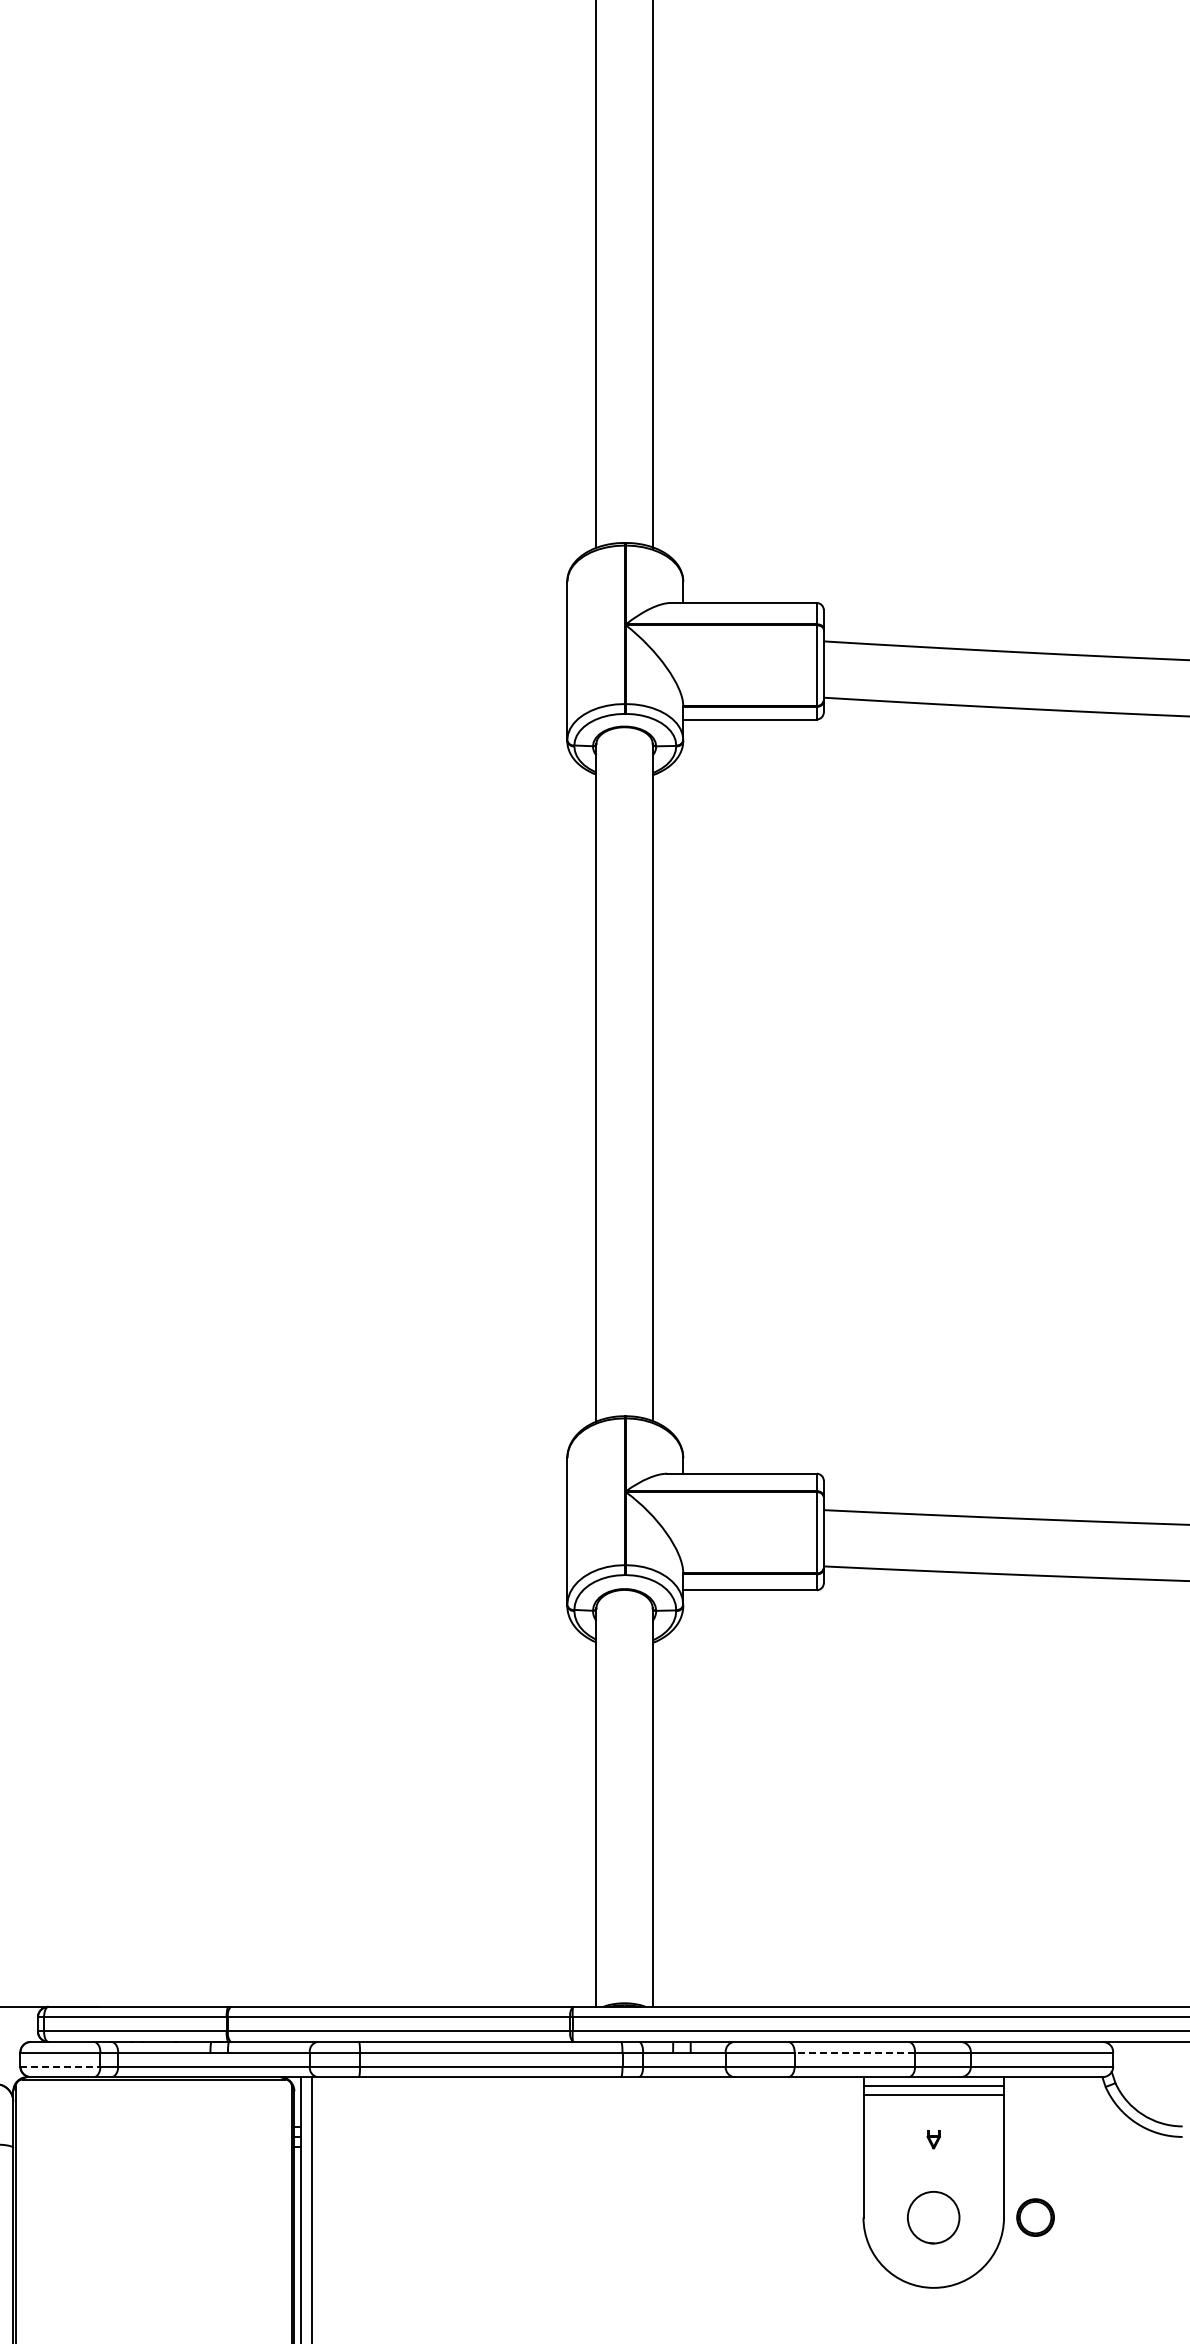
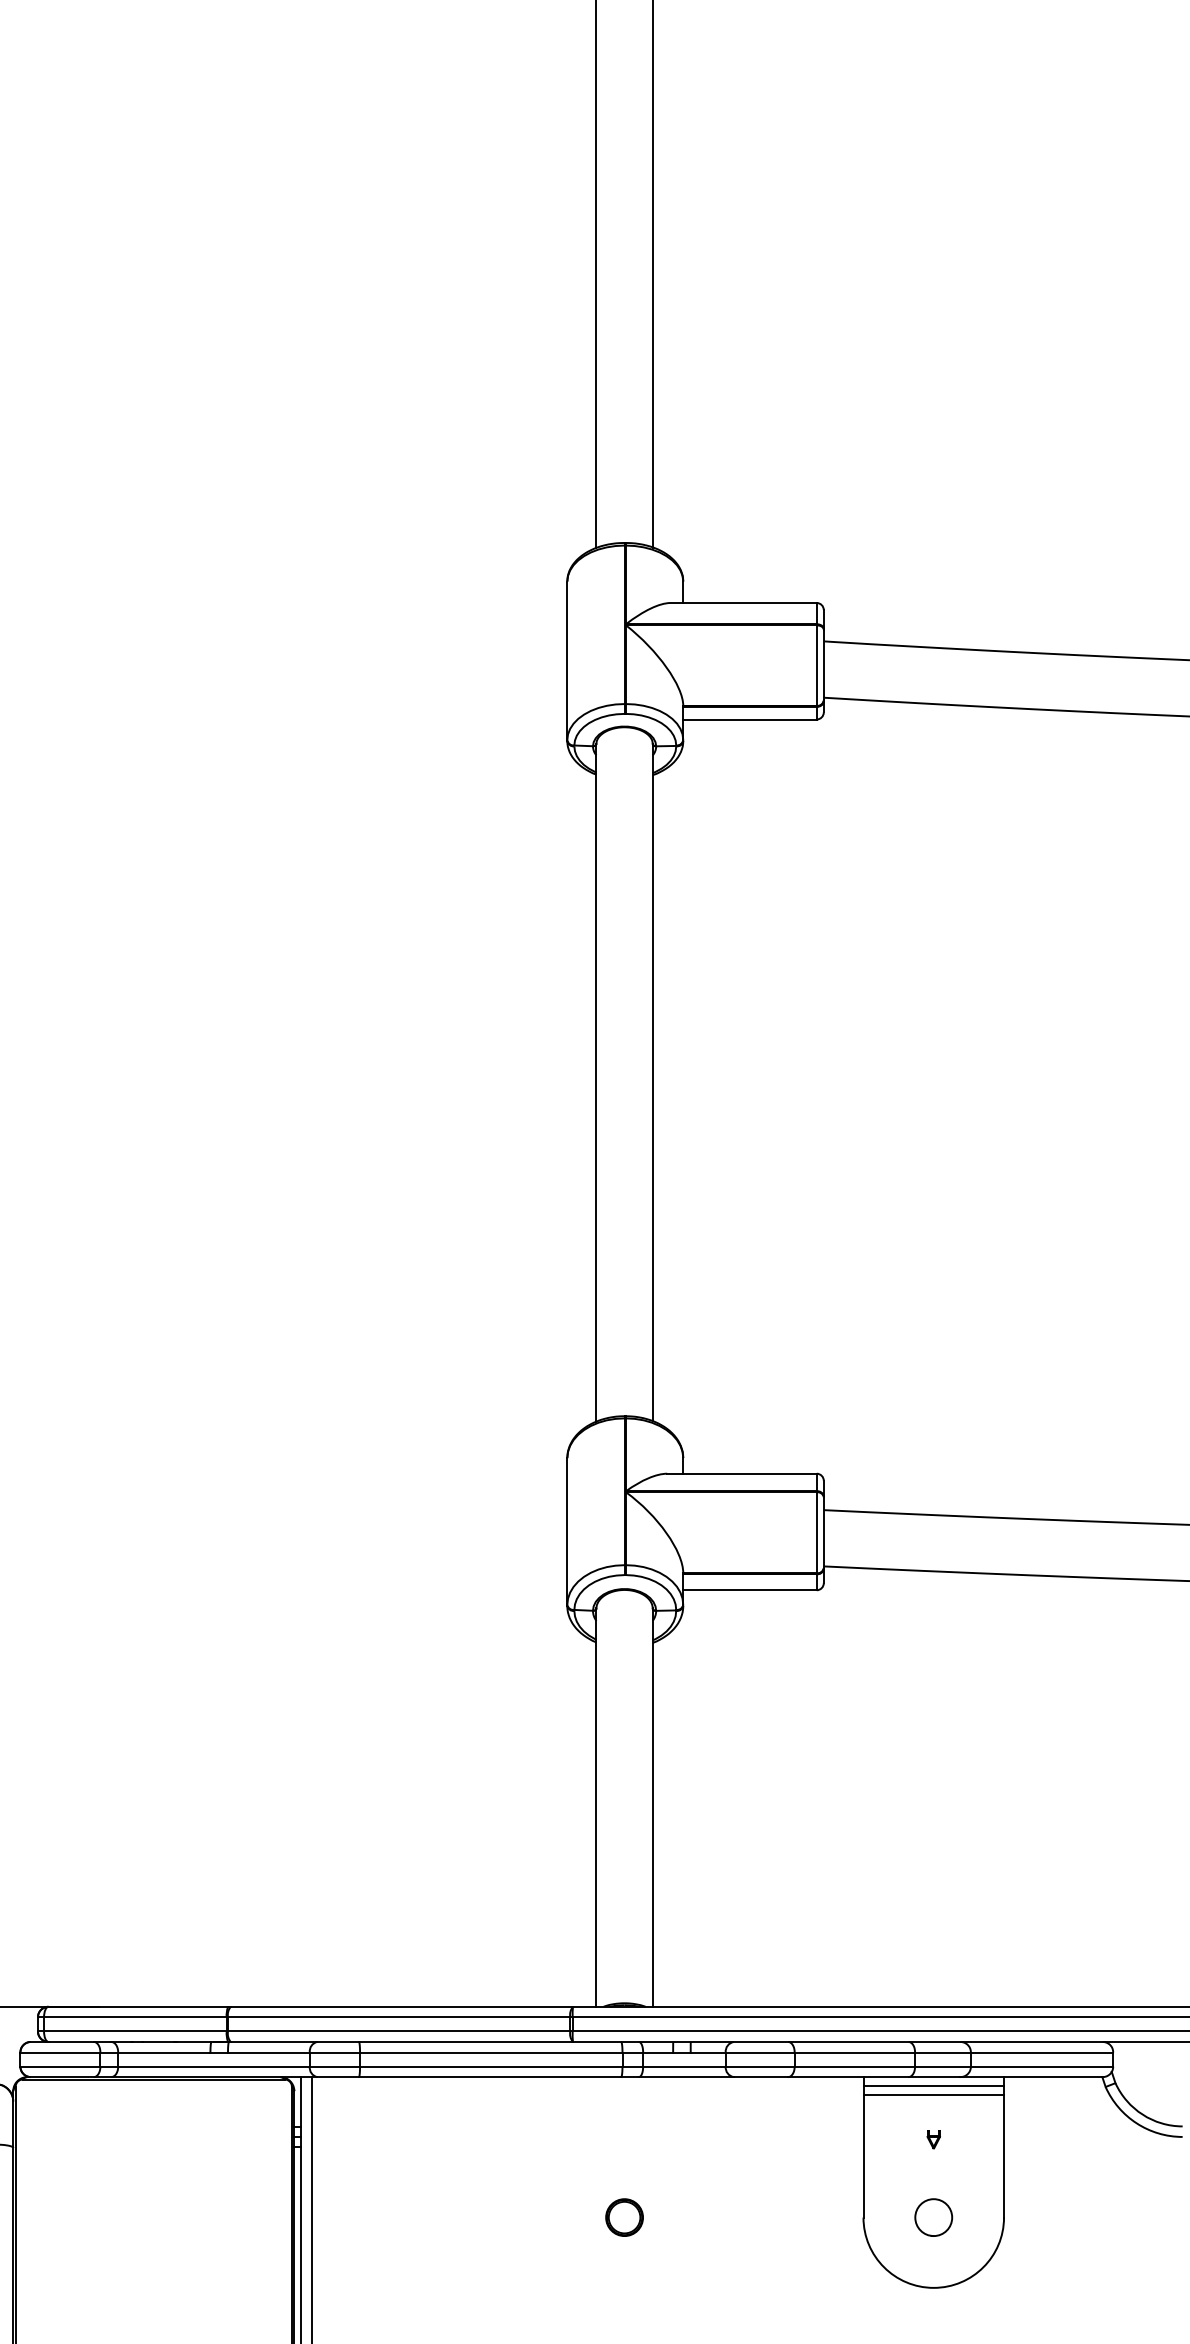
line at (854, 2052): dashed -> solid
line at (60, 2066): dashed -> solid
part at (933, 2217) size: 54x54 px -> 40x39 px
part at (1035, 2217) position: (1035, 2217) -> (624, 2217)
